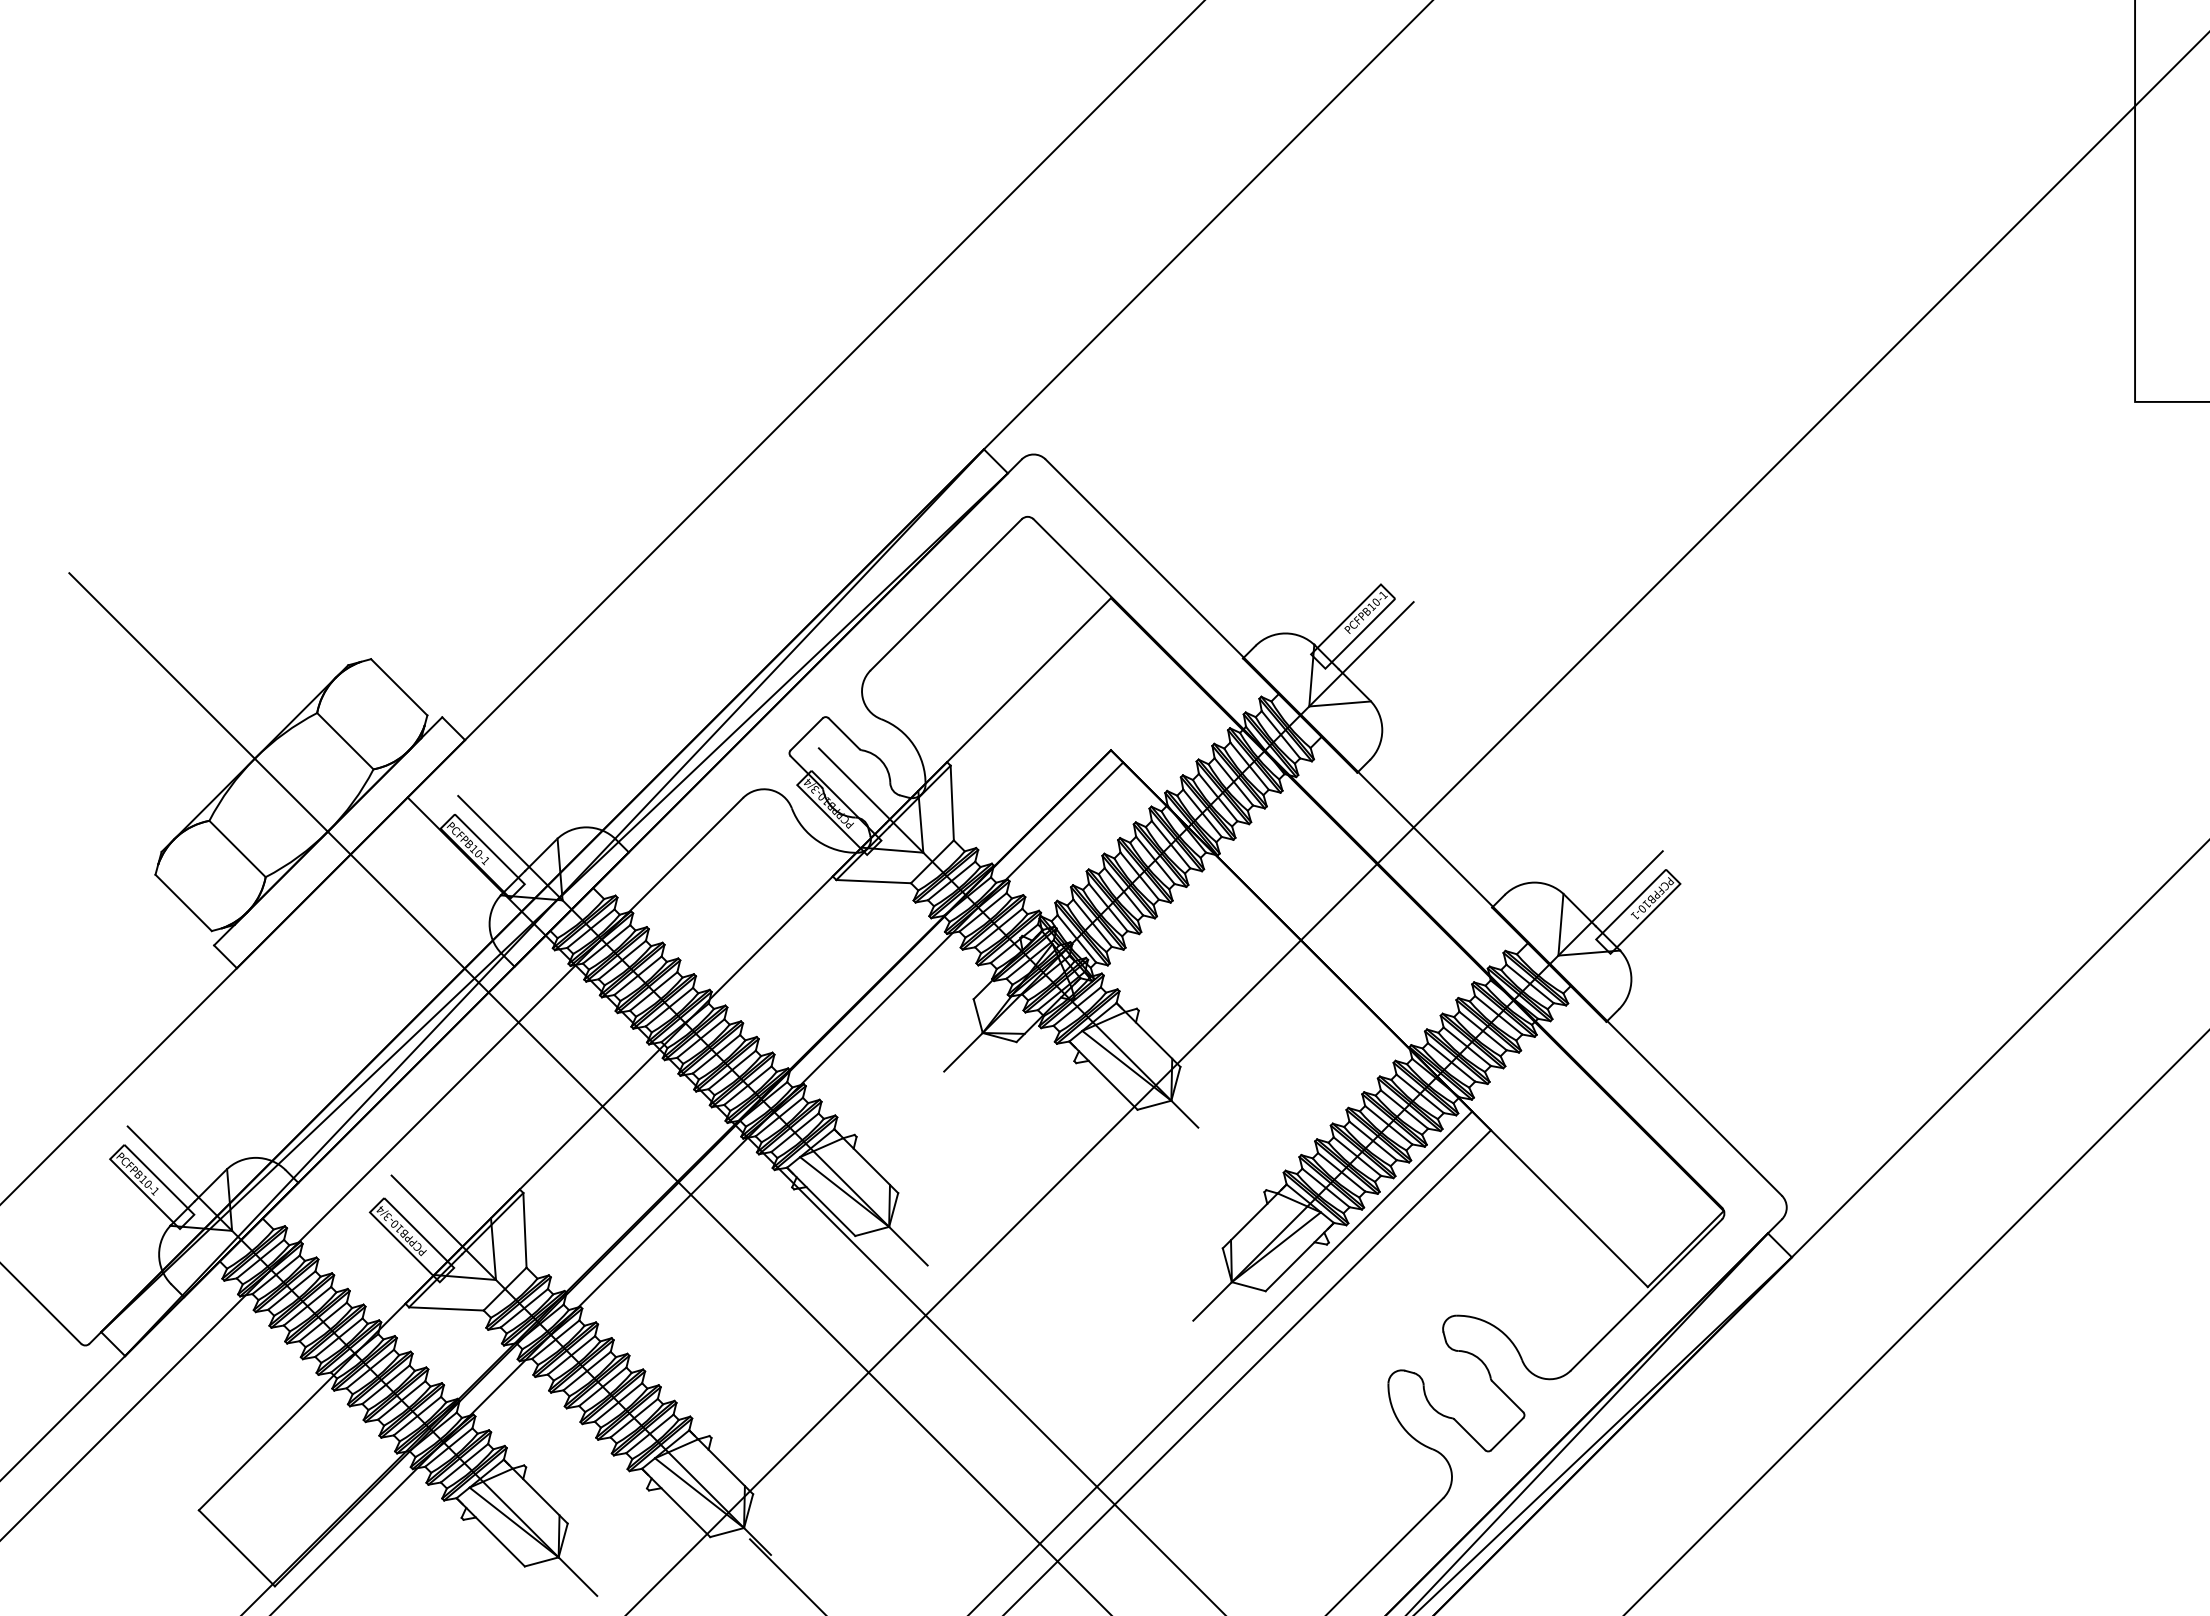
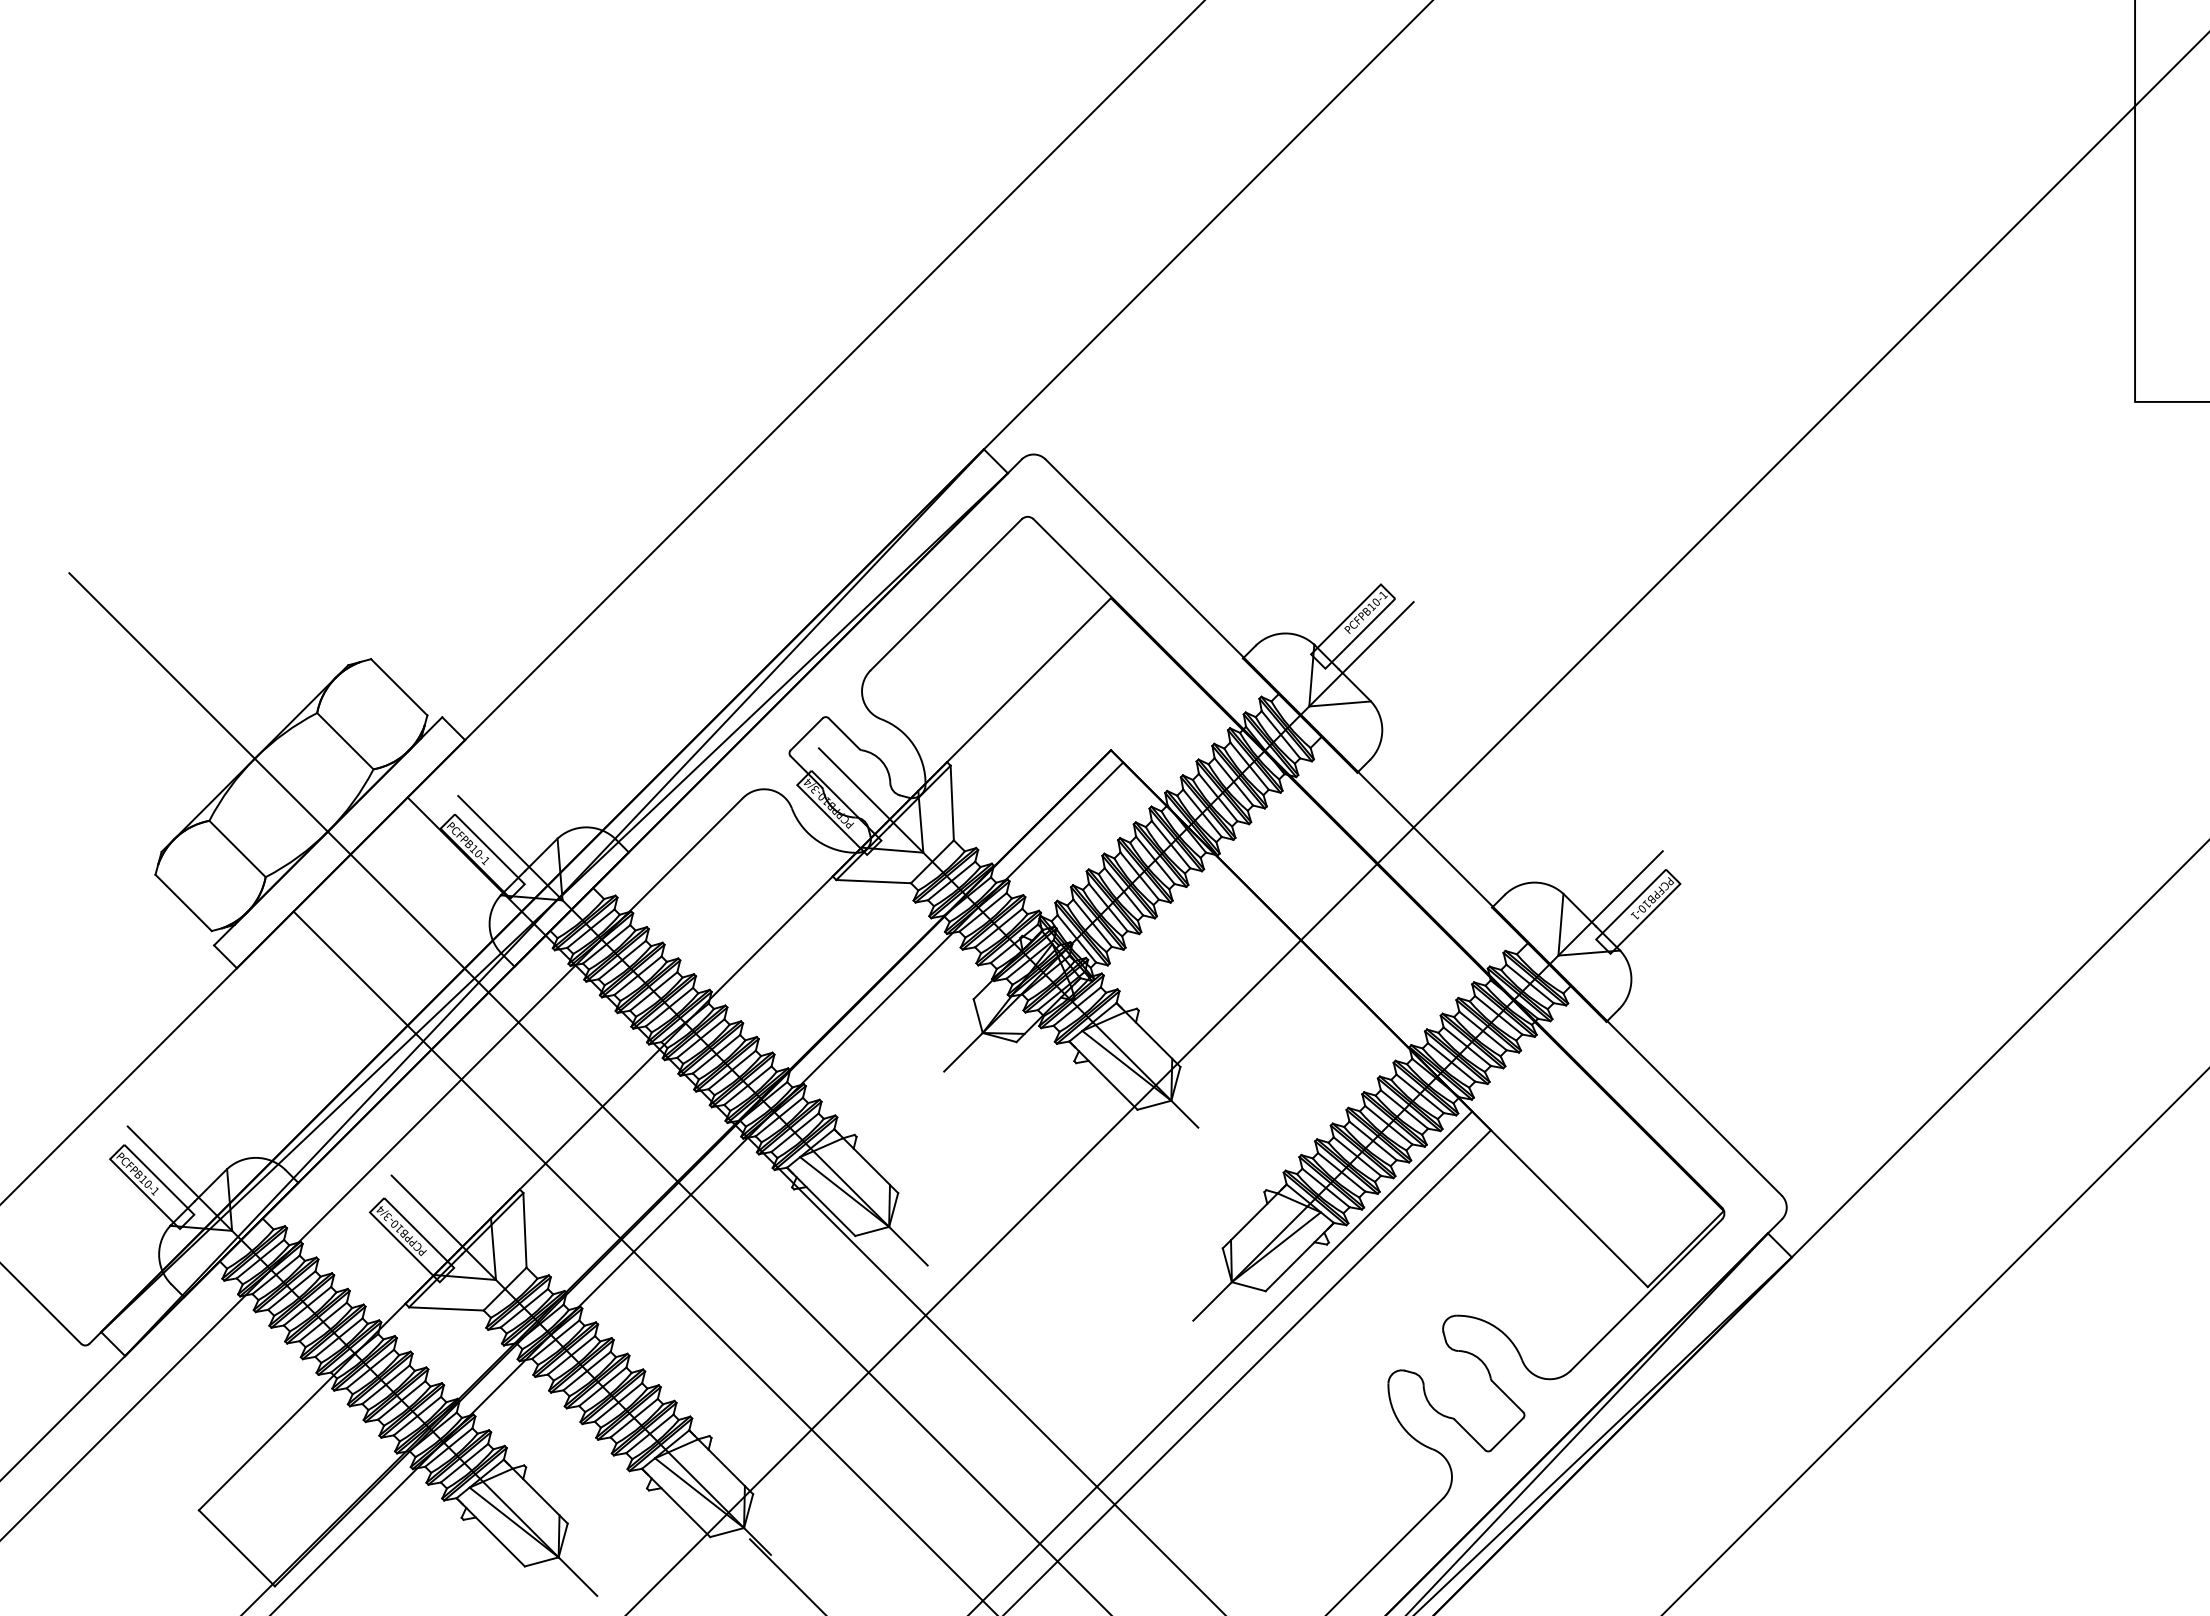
line at (643, 1261): none -> present
line at (1916, 1322) position: (1916, 1322) -> (1935, 1341)
